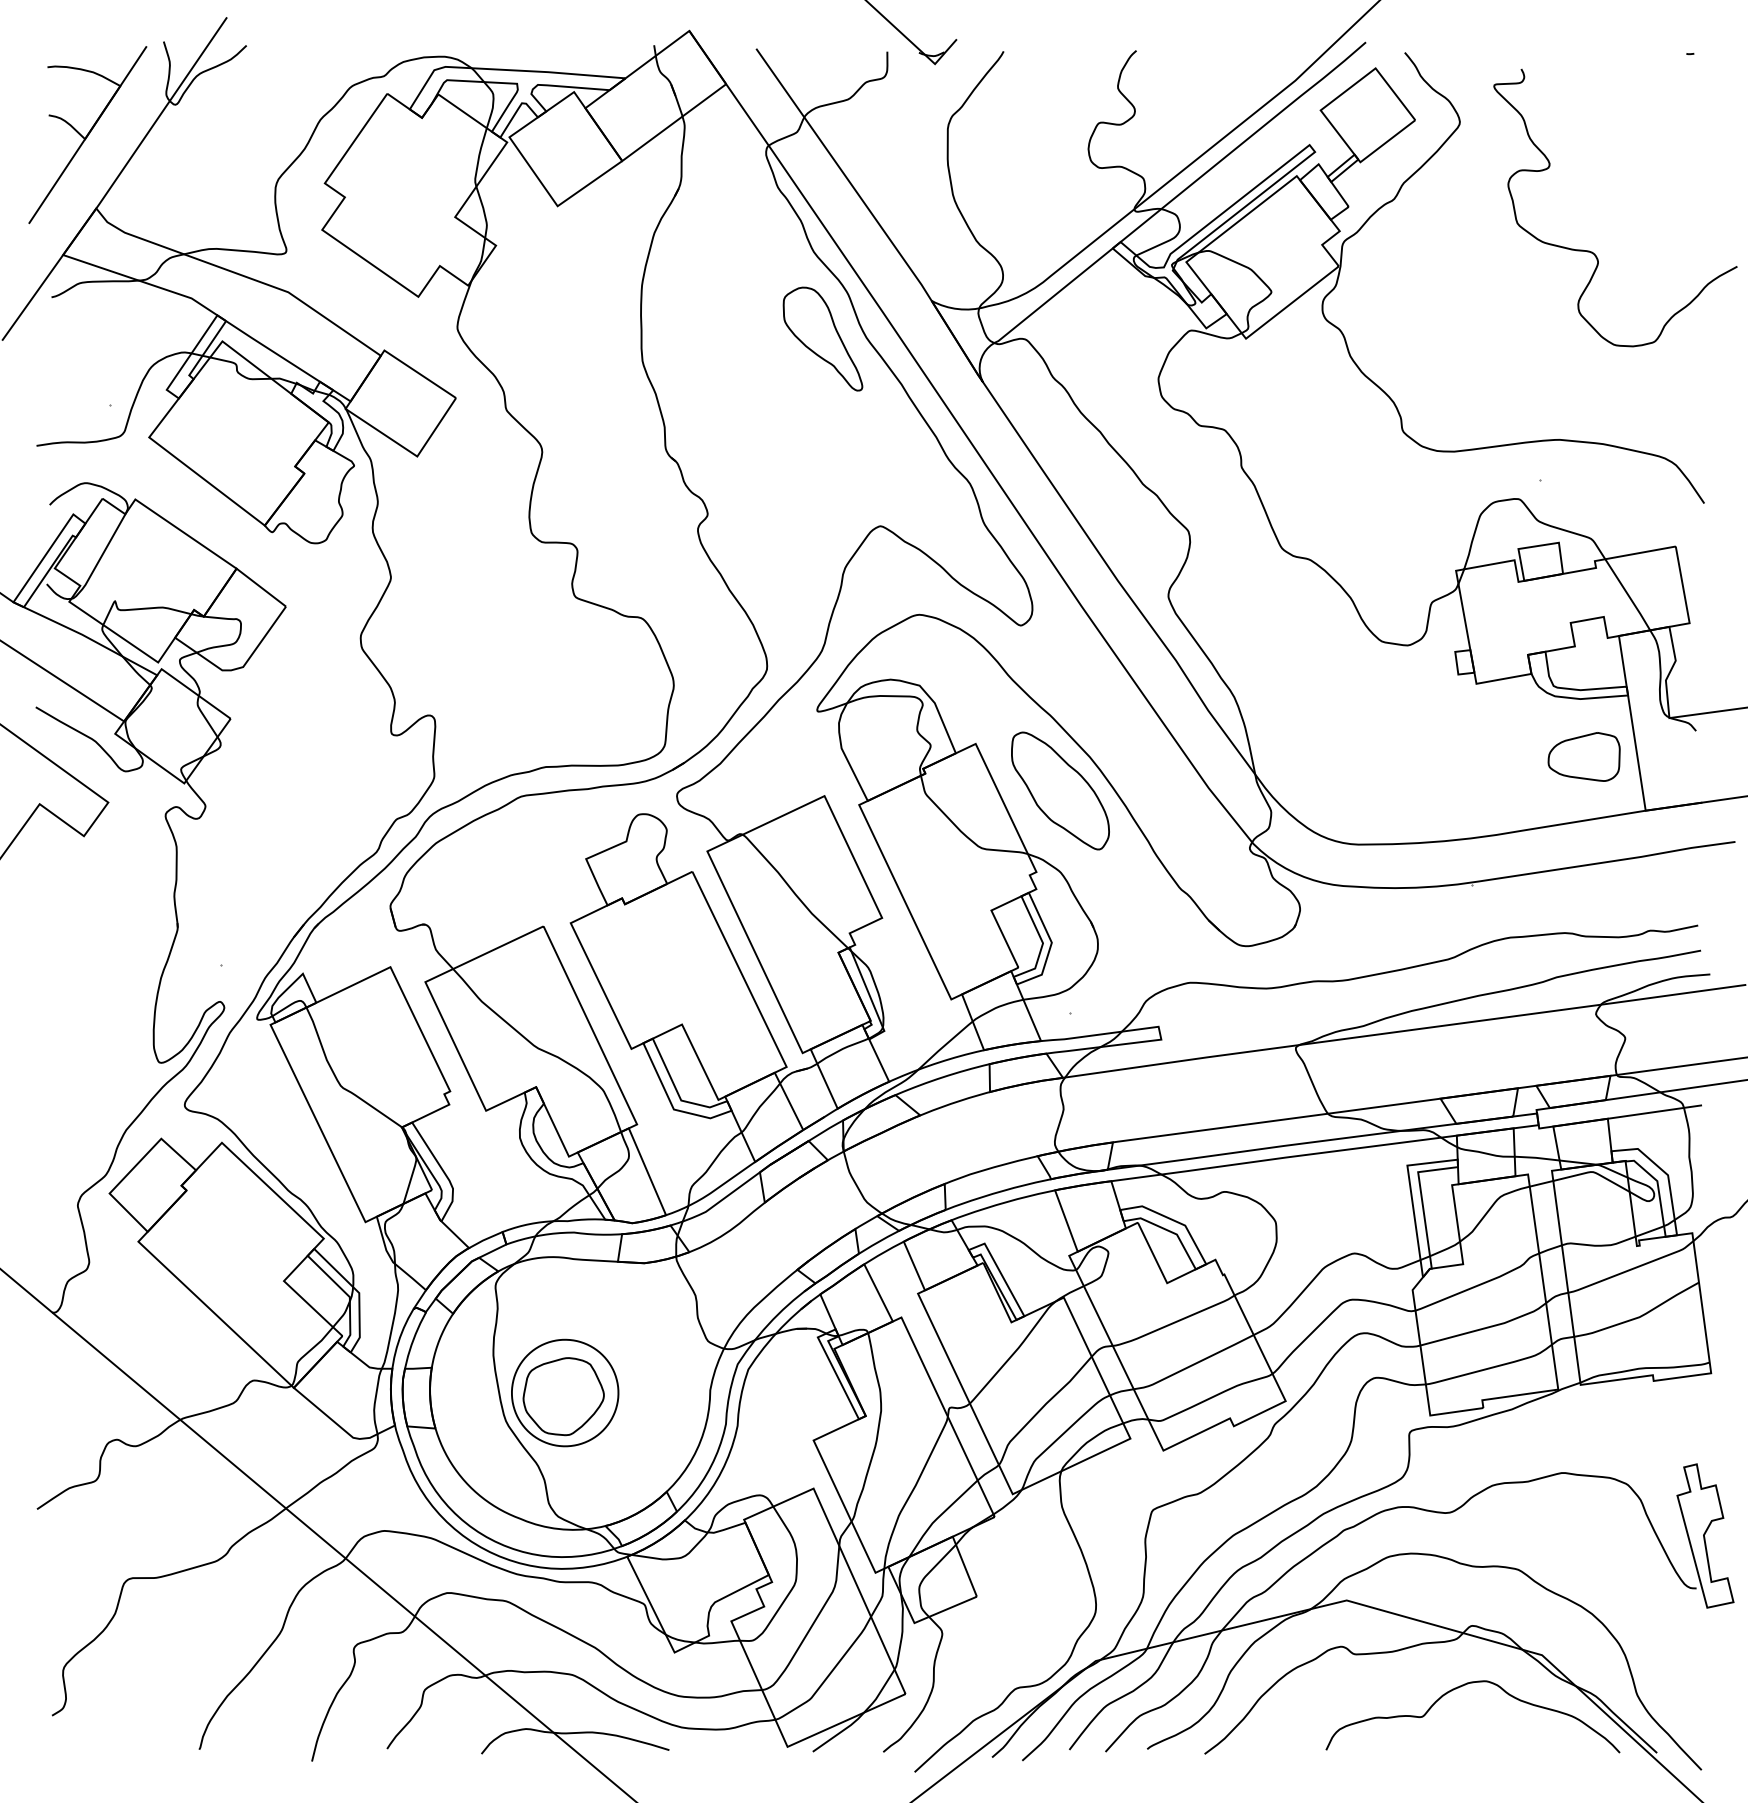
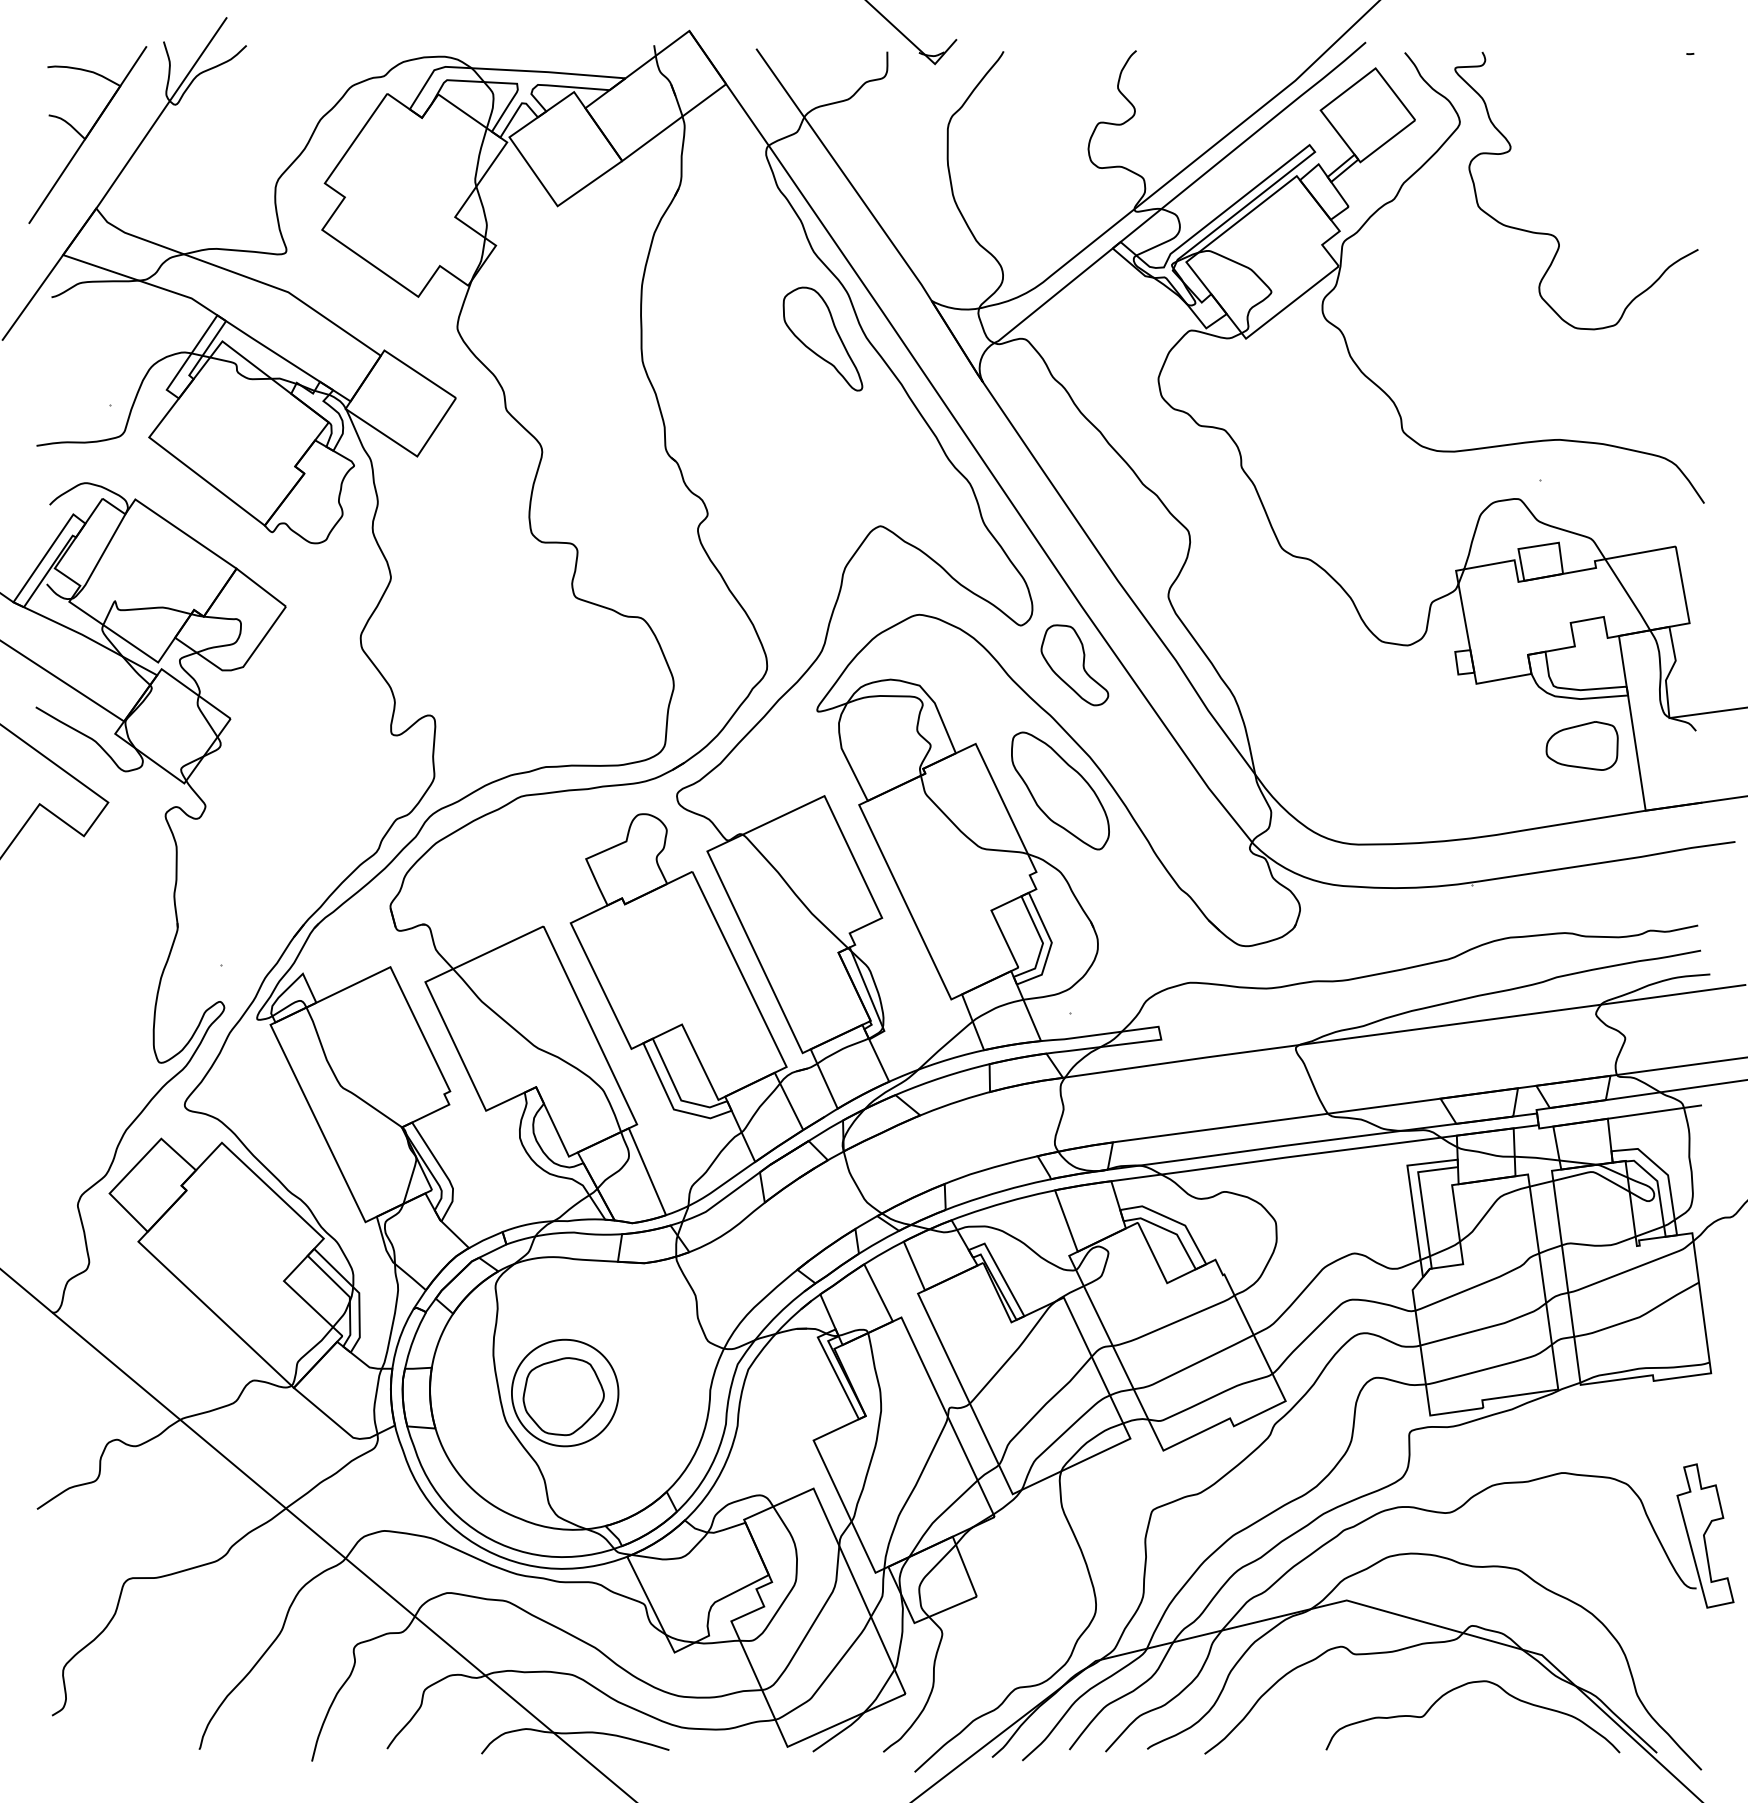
curve at (1592, 251) position: (1592, 251) -> (1553, 234)
part at (1074, 665): none -> present
part at (1583, 756) position: (1583, 756) -> (1581, 745)
